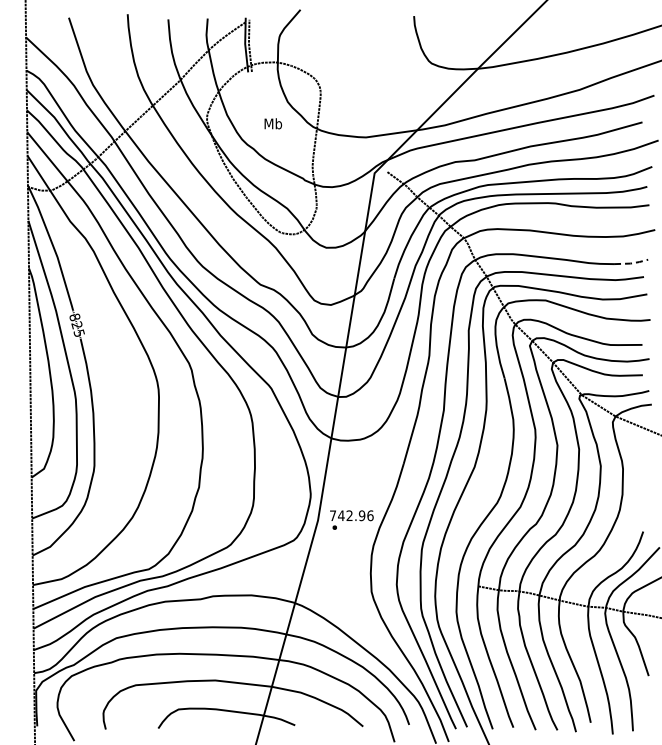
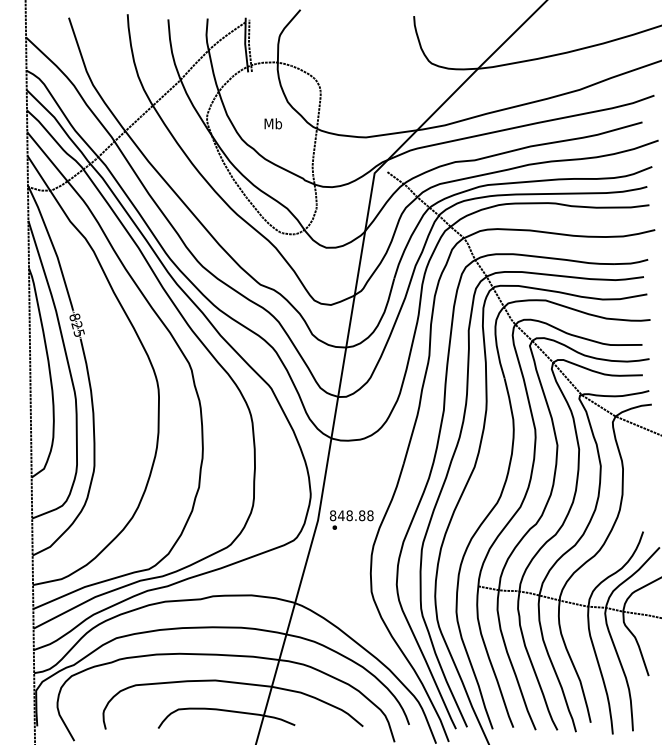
line at (631, 263): dashed -> solid
text at (351, 515): 742.96 -> 848.88
